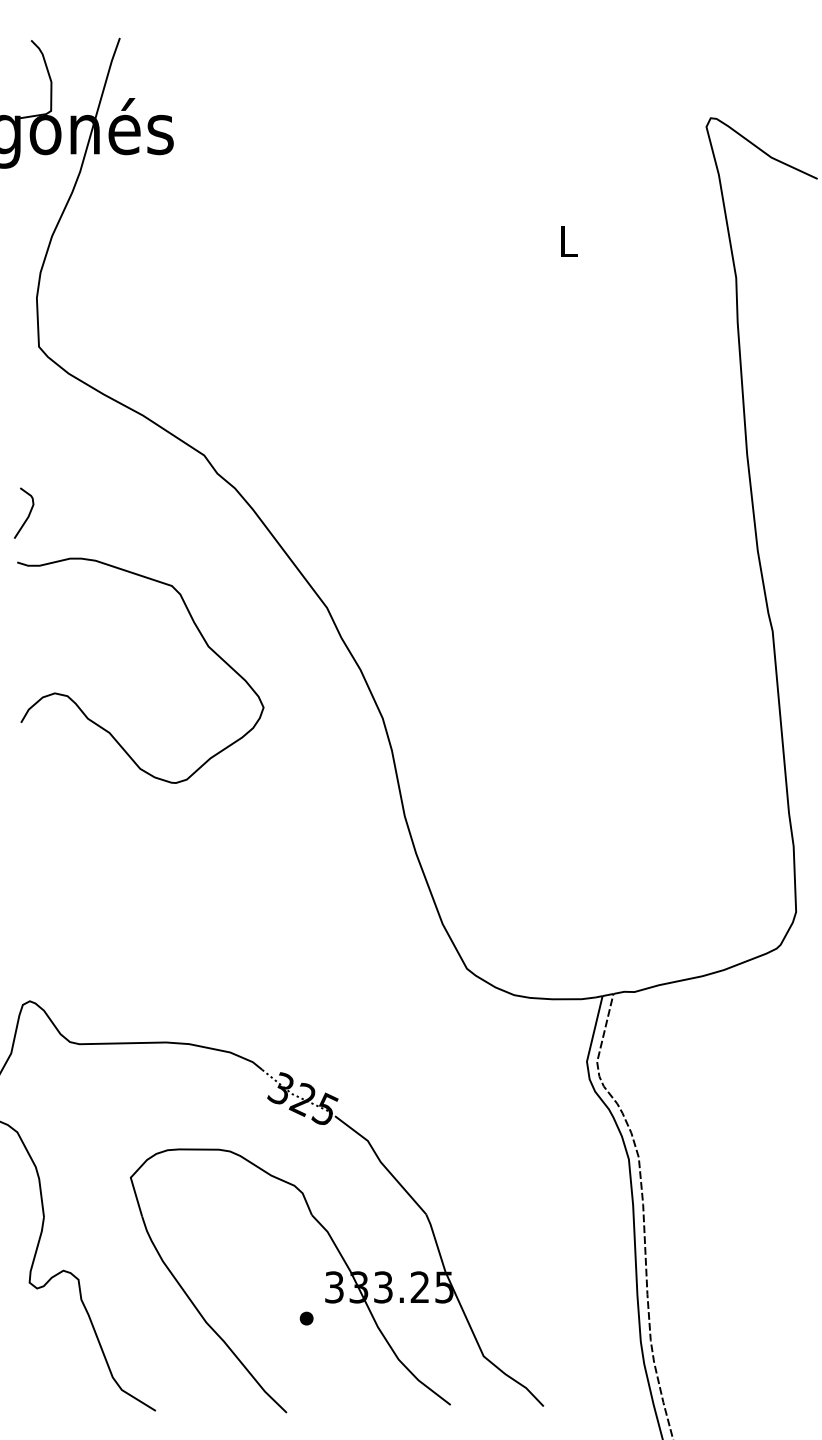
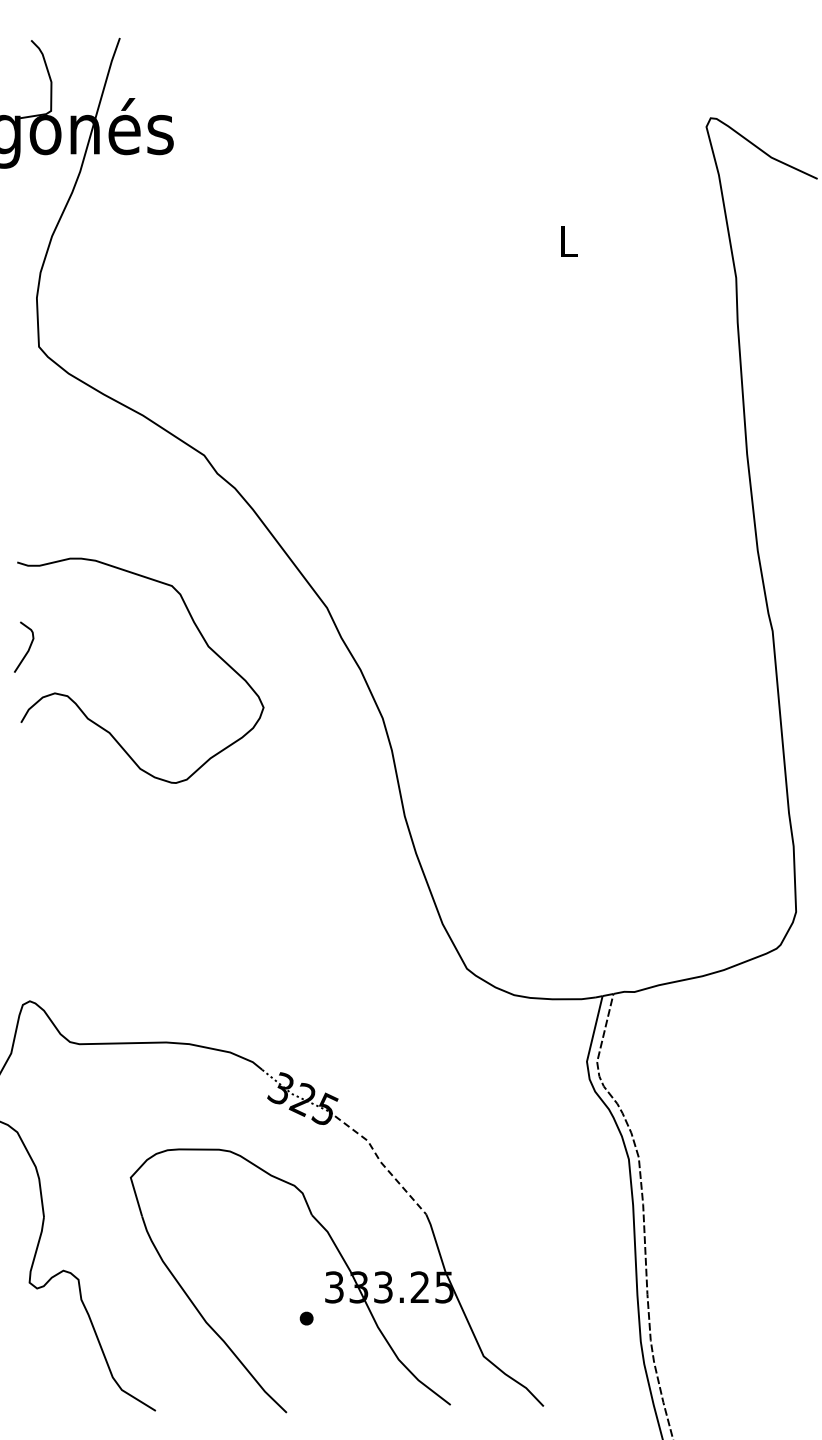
curve at (28, 513) position: (28, 513) -> (28, 647)
line at (381, 1162): solid -> dashed
